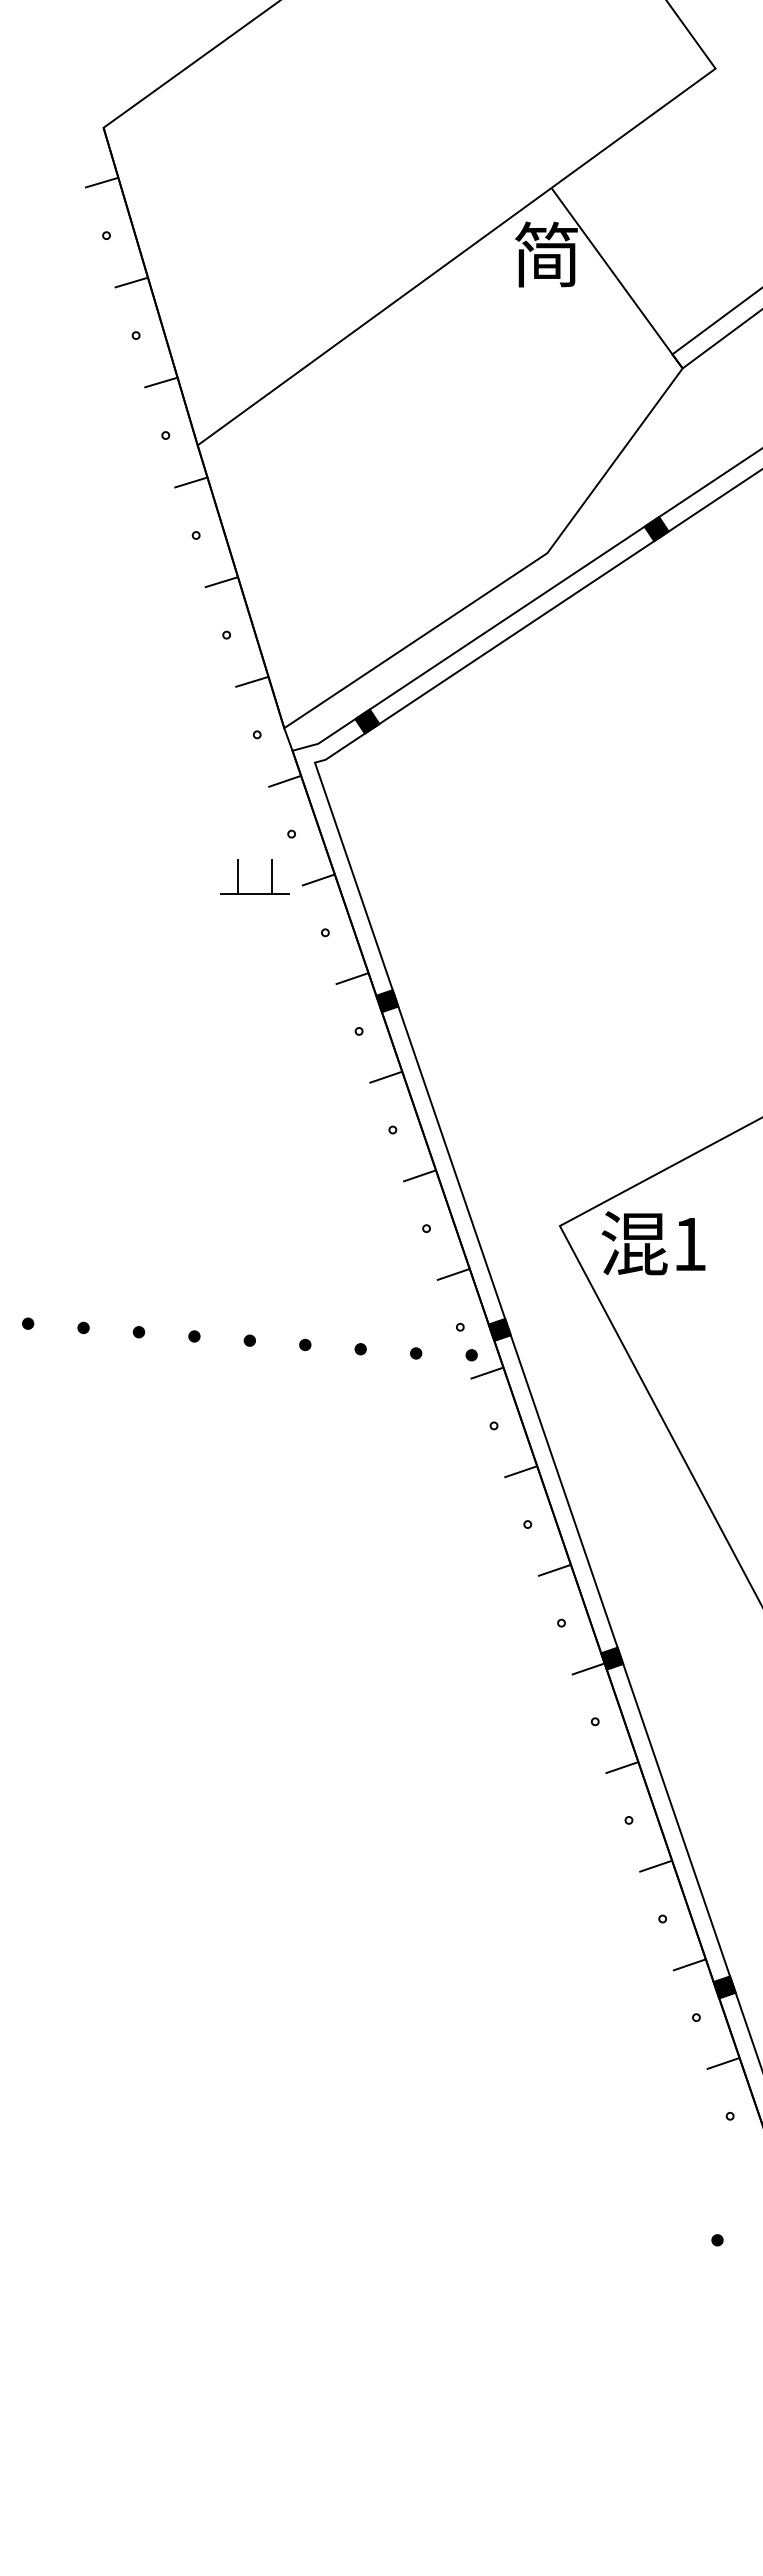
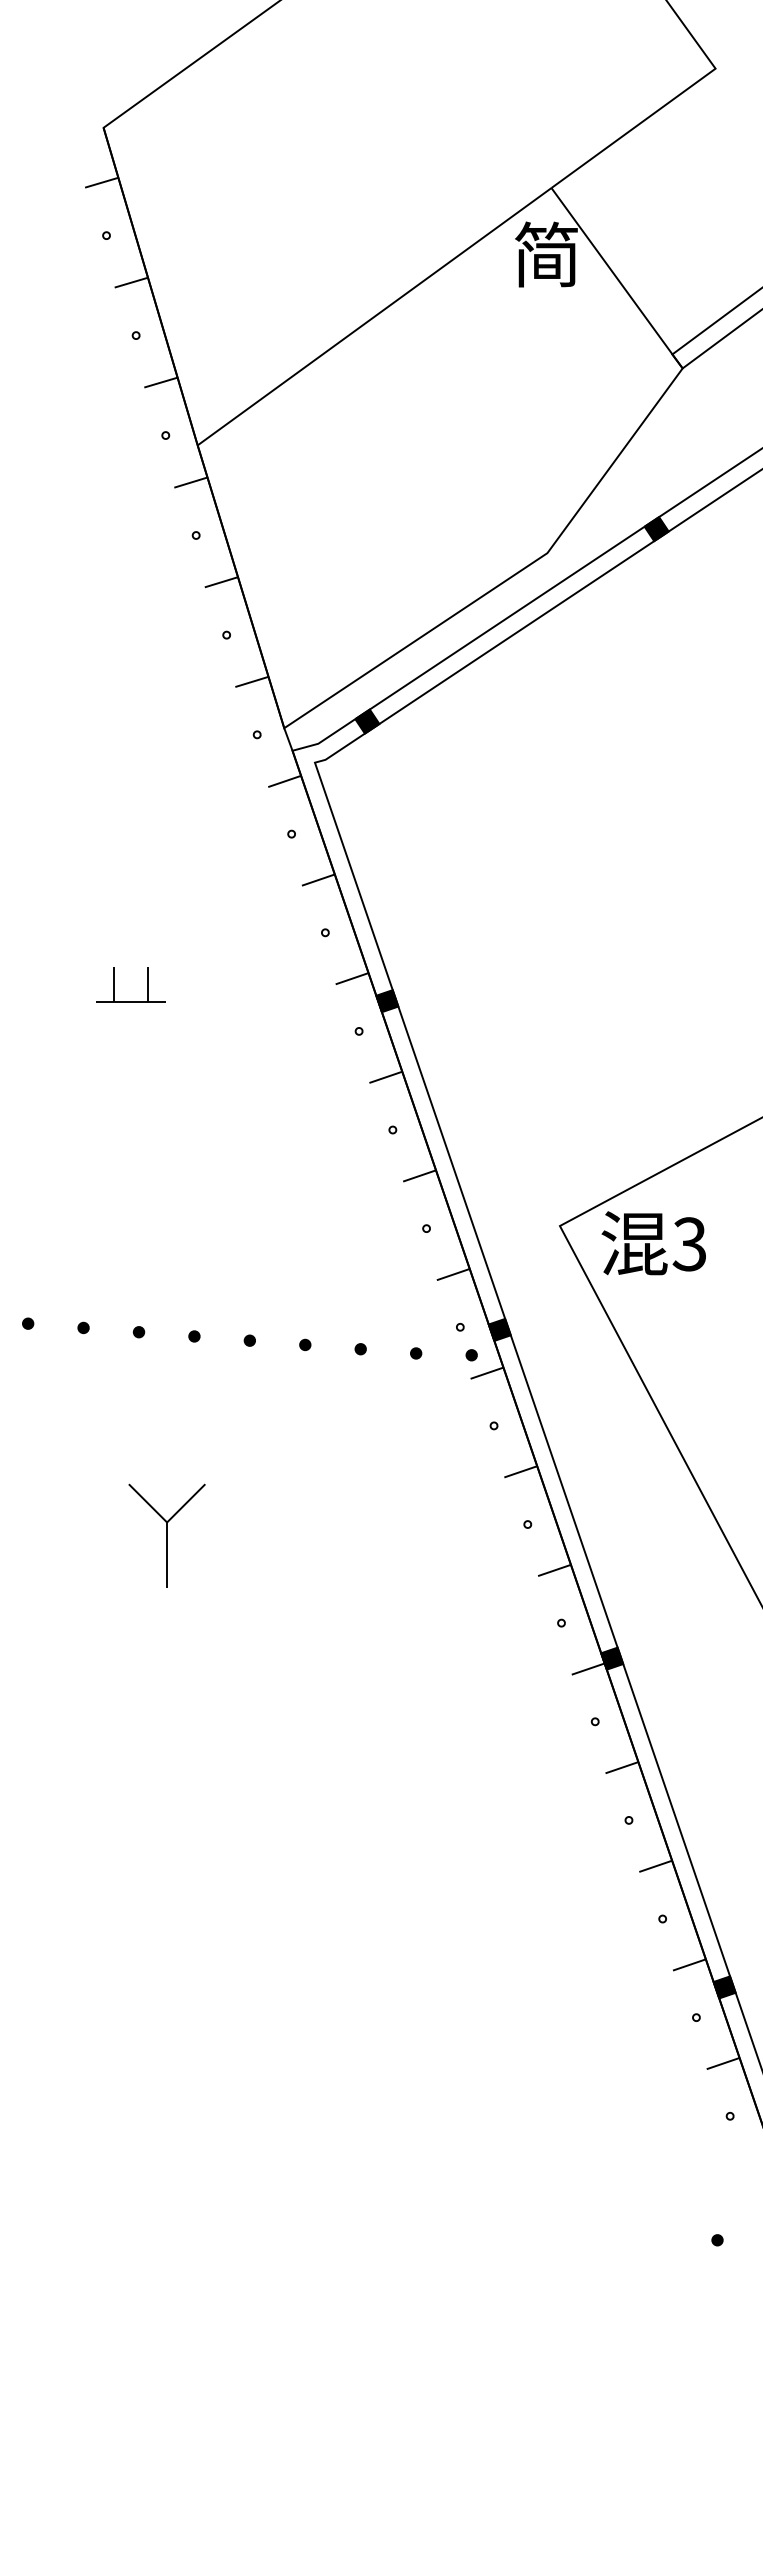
part at (238, 876) position: (238, 876) -> (114, 984)
text at (688, 1244): 1 -> 3
part at (166, 1535): none -> present
